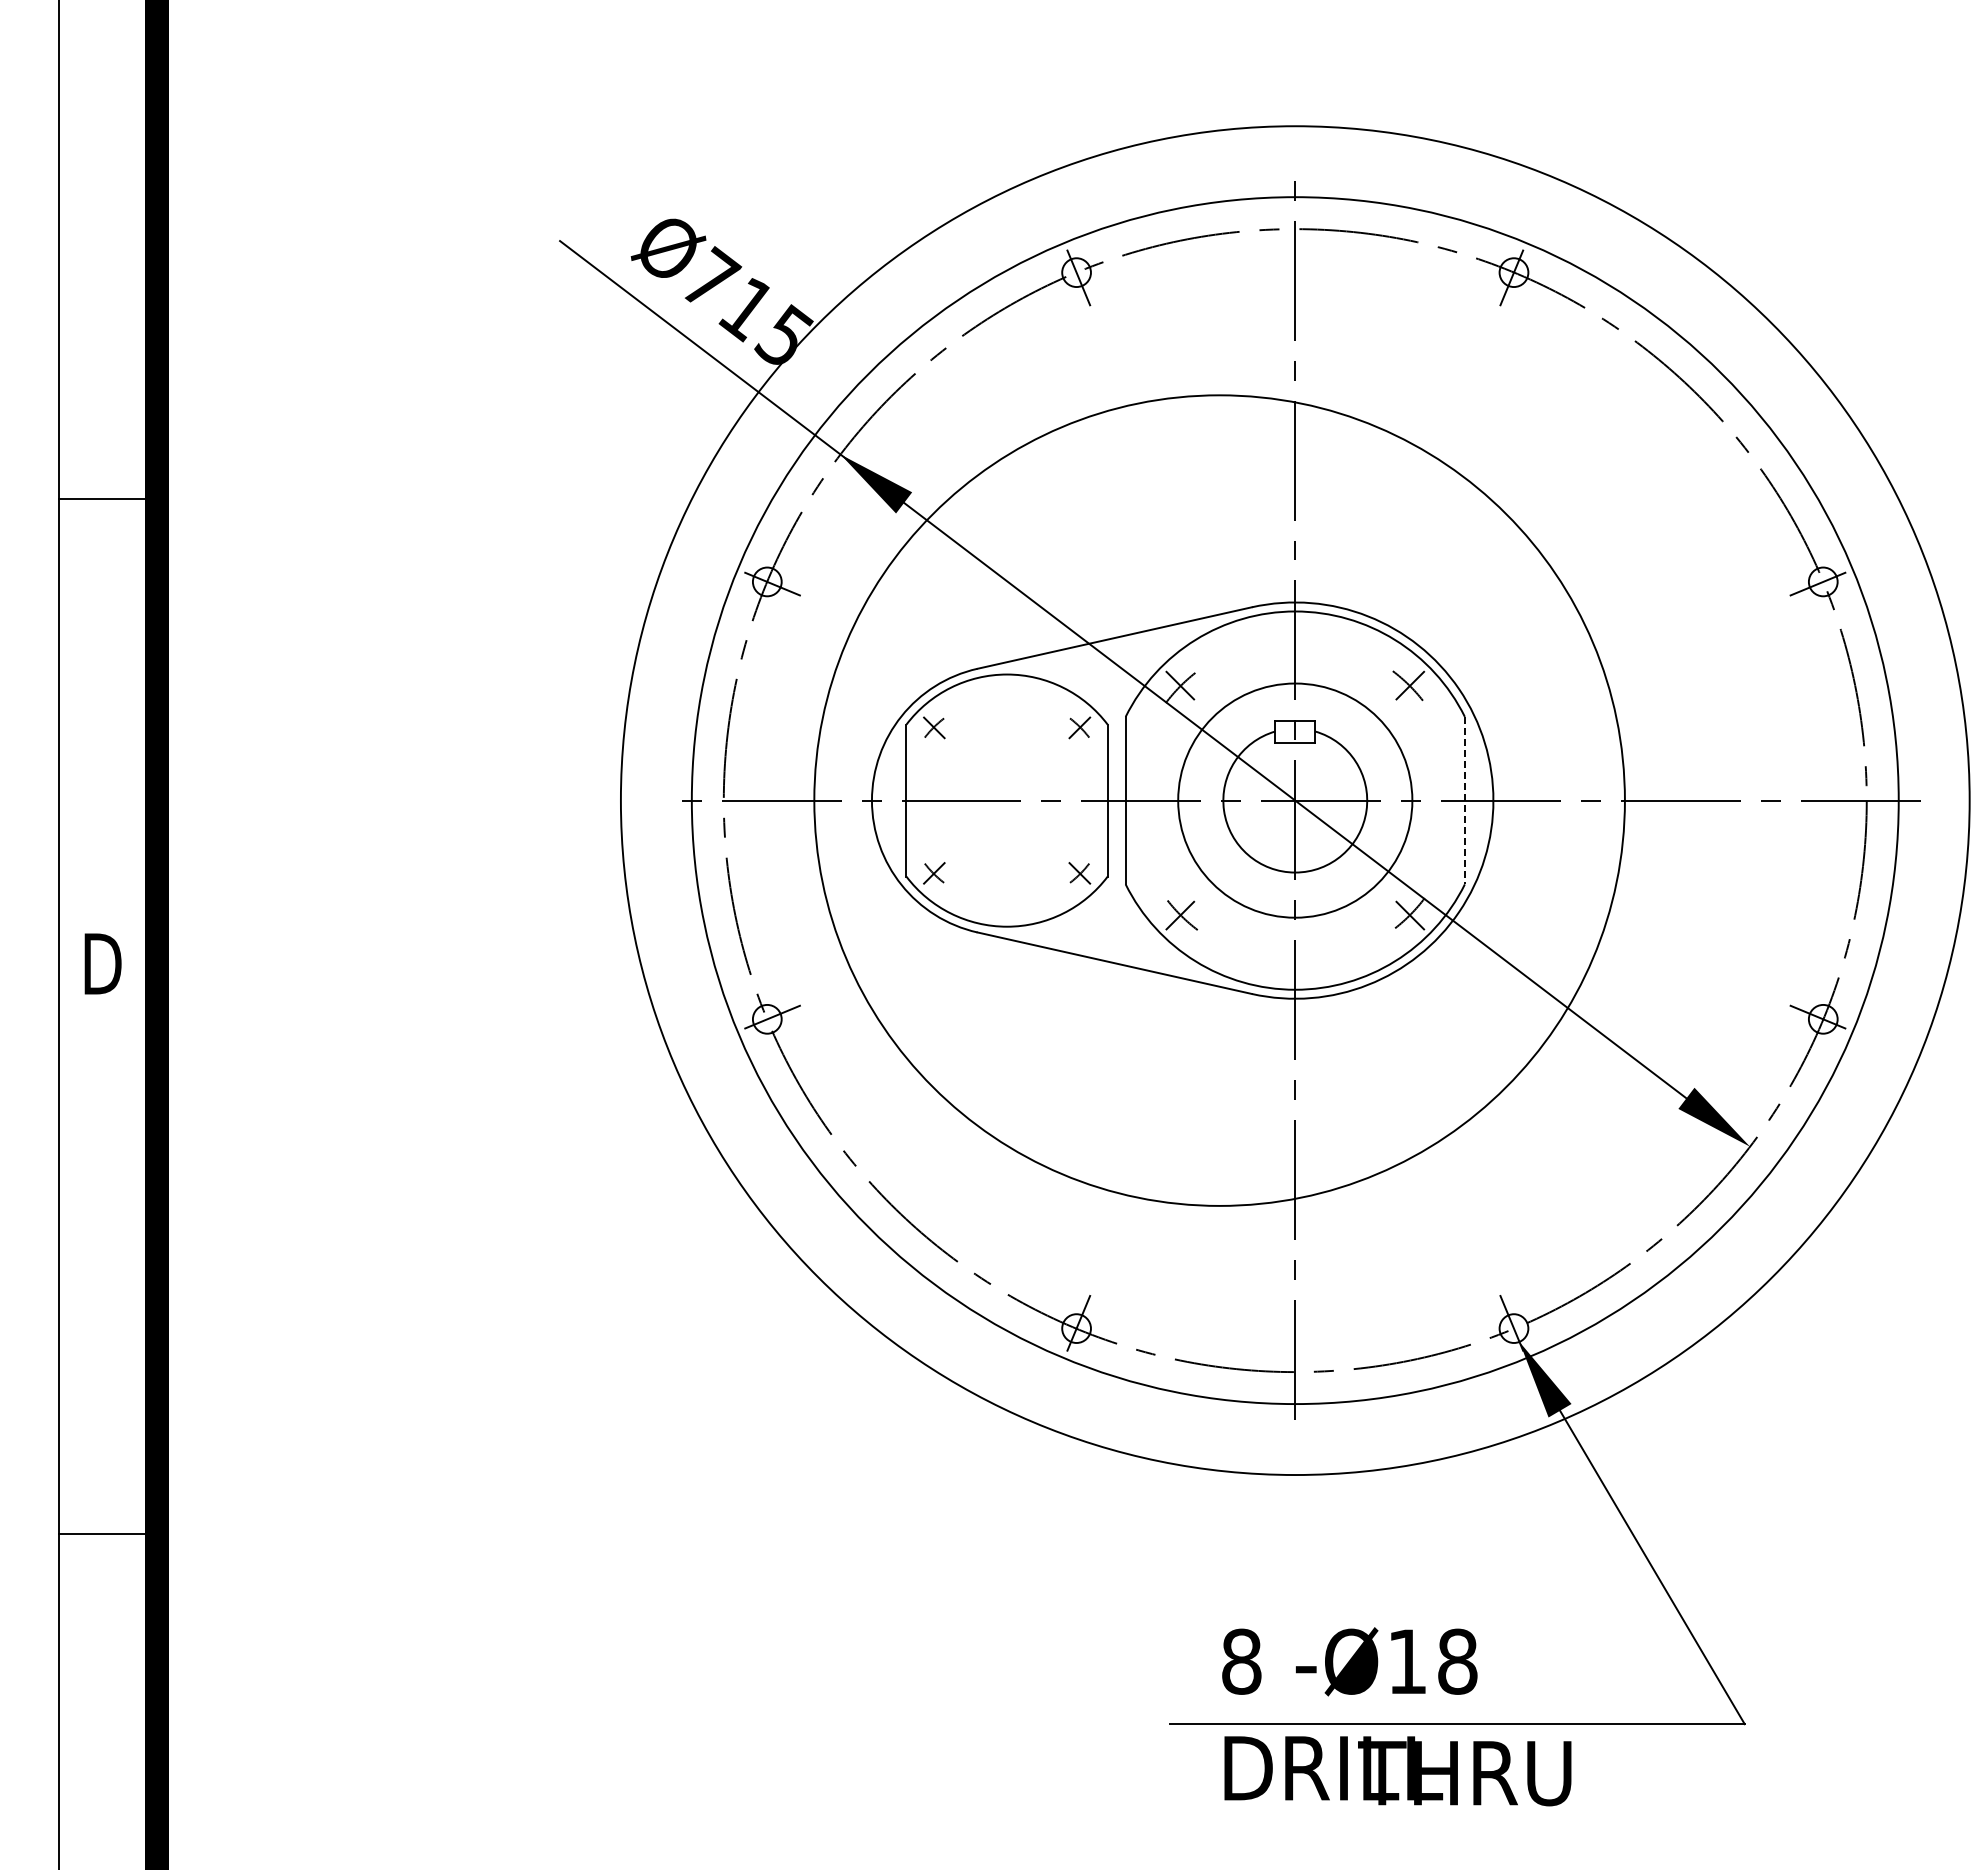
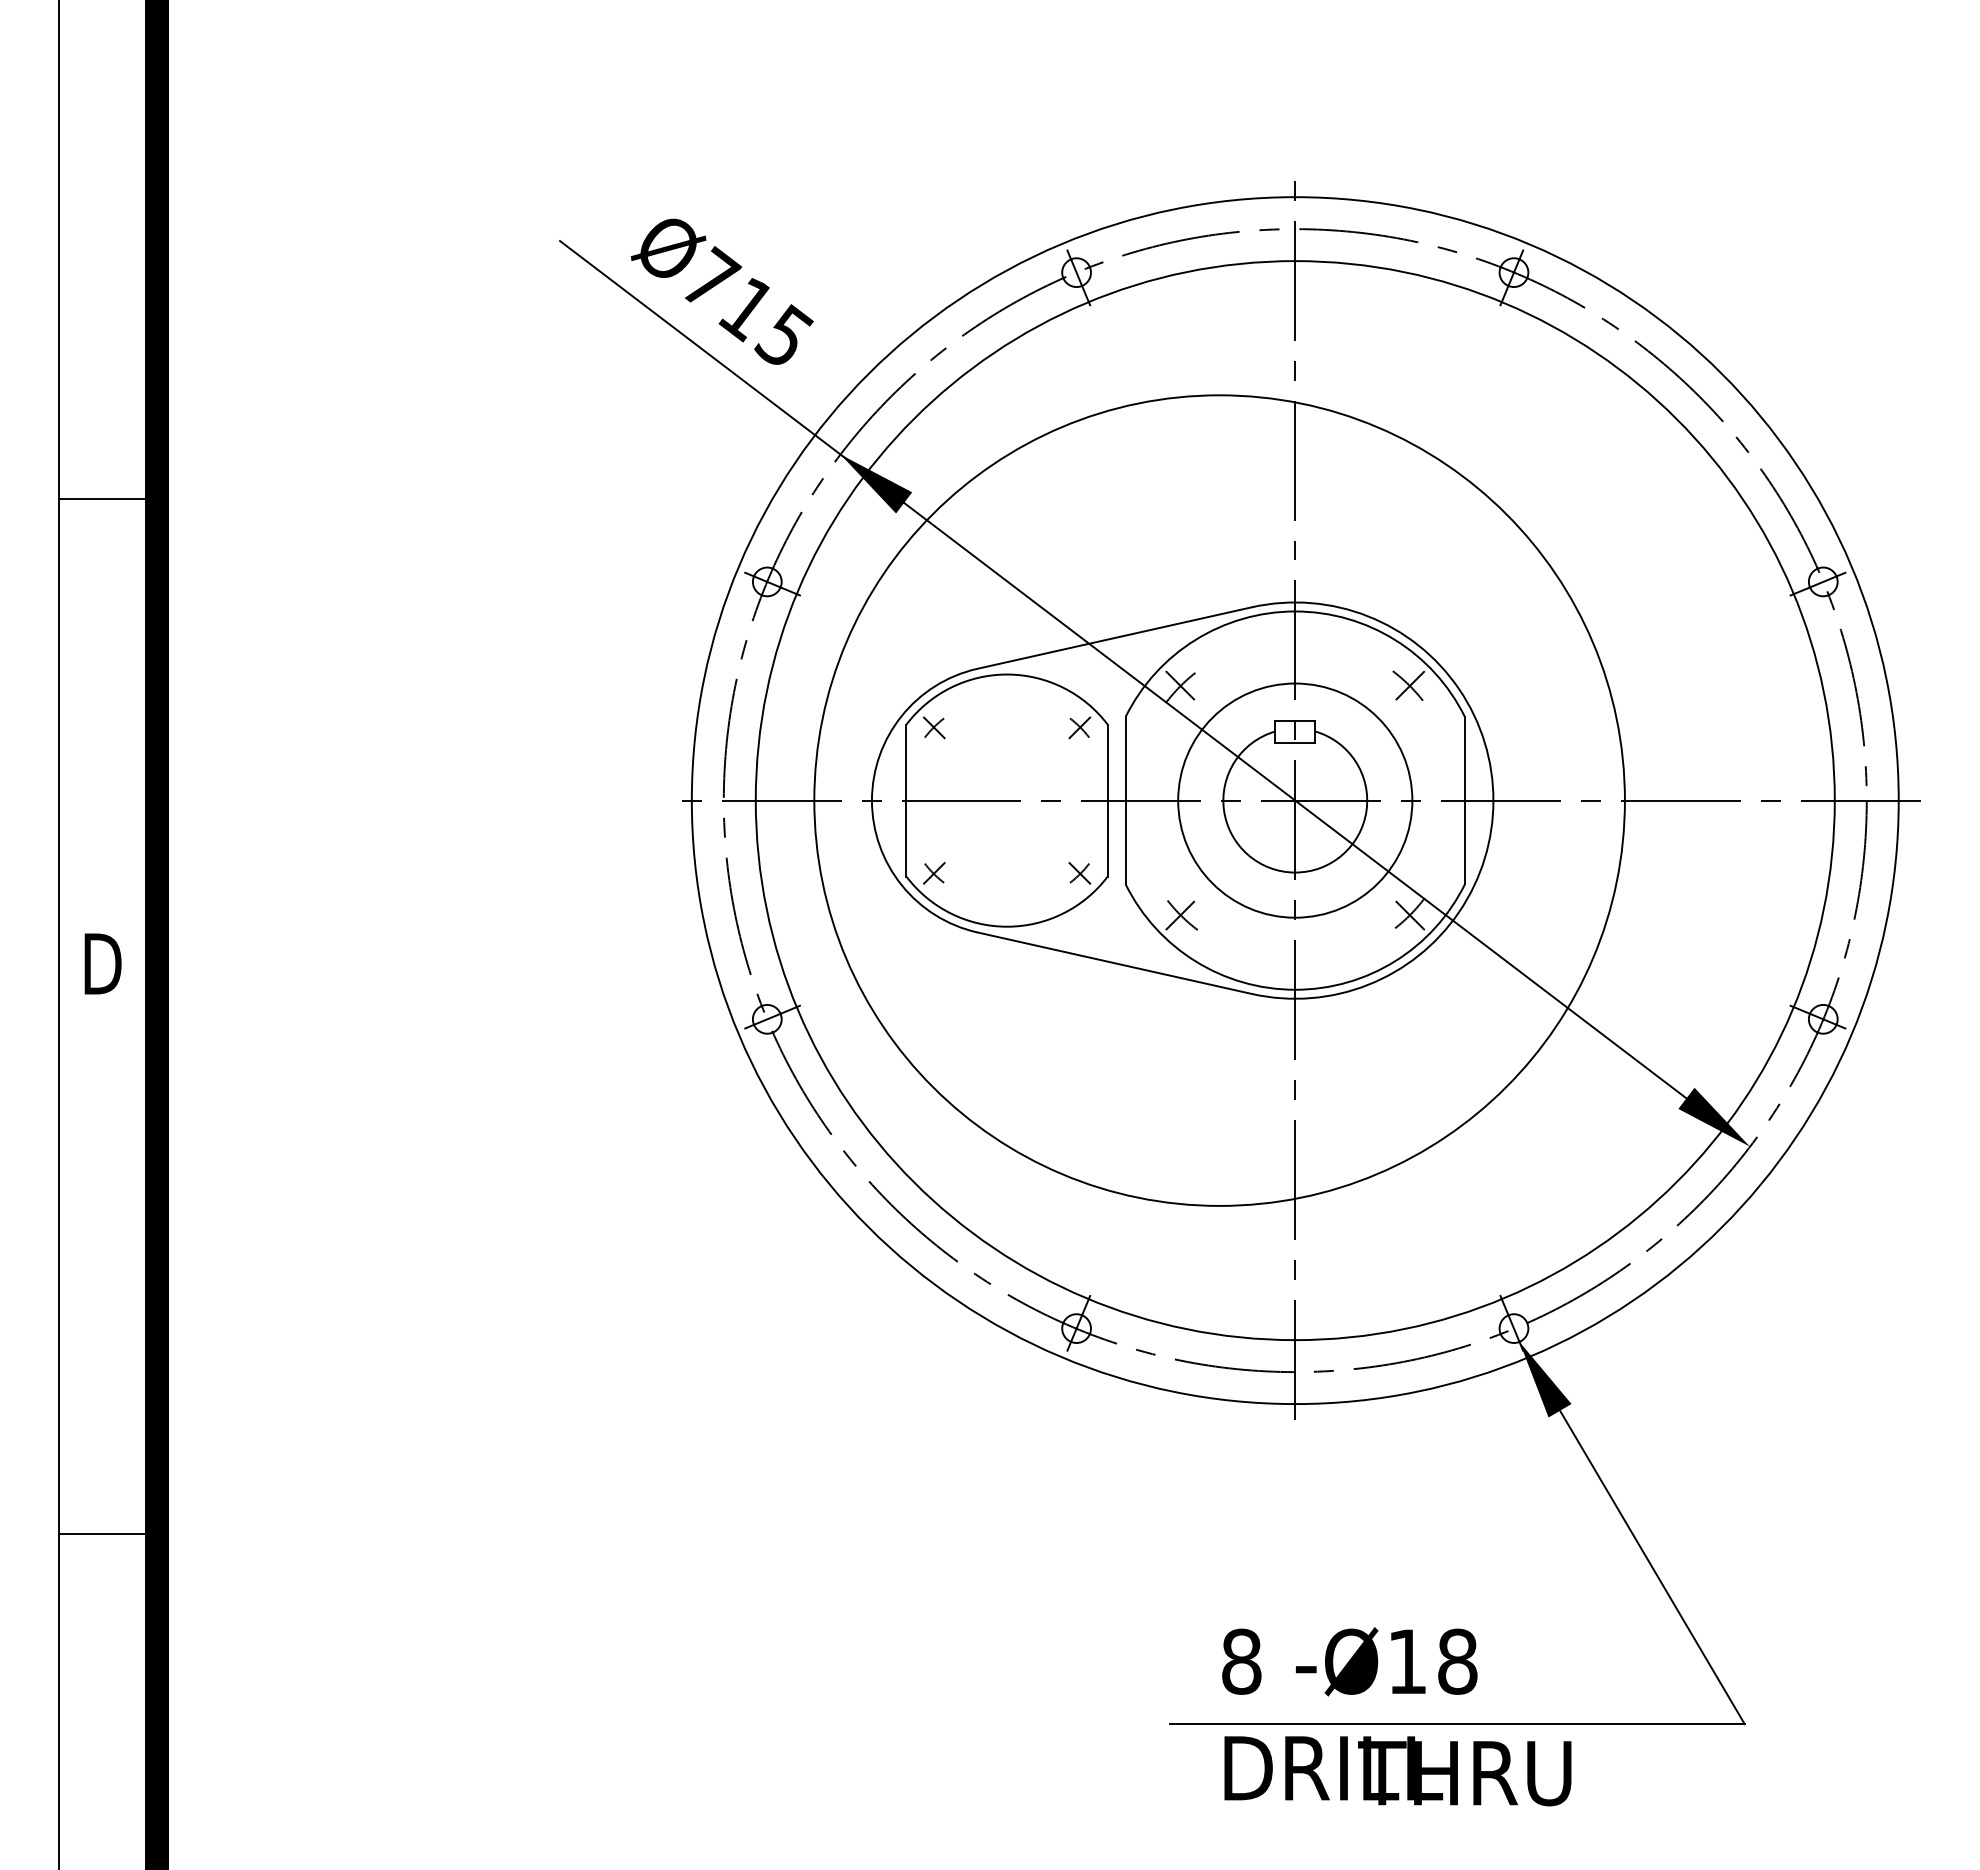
circle at (1294, 800) diameter: 1349 px -> 1079 px
line at (1464, 800): dashed -> solid
